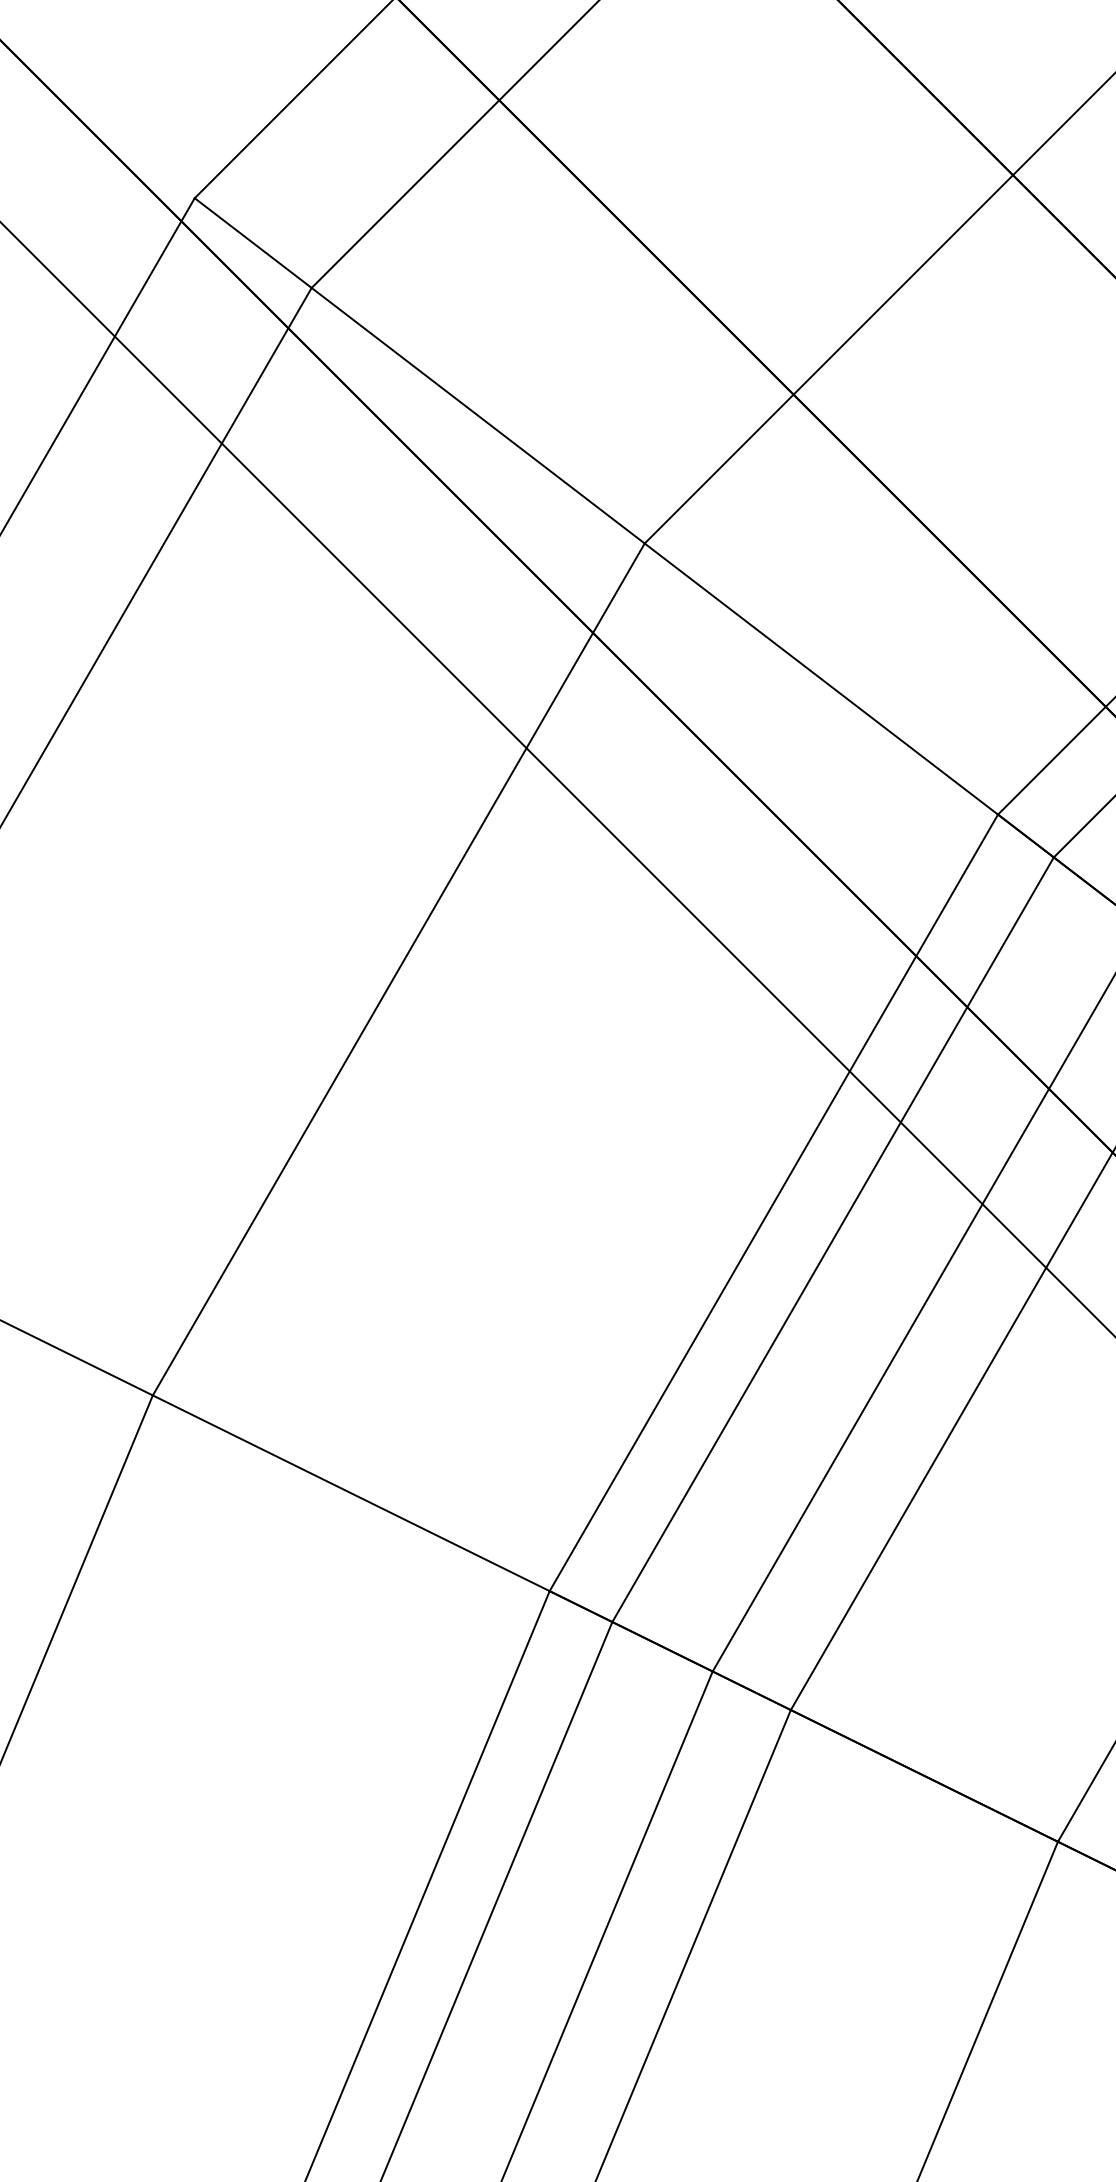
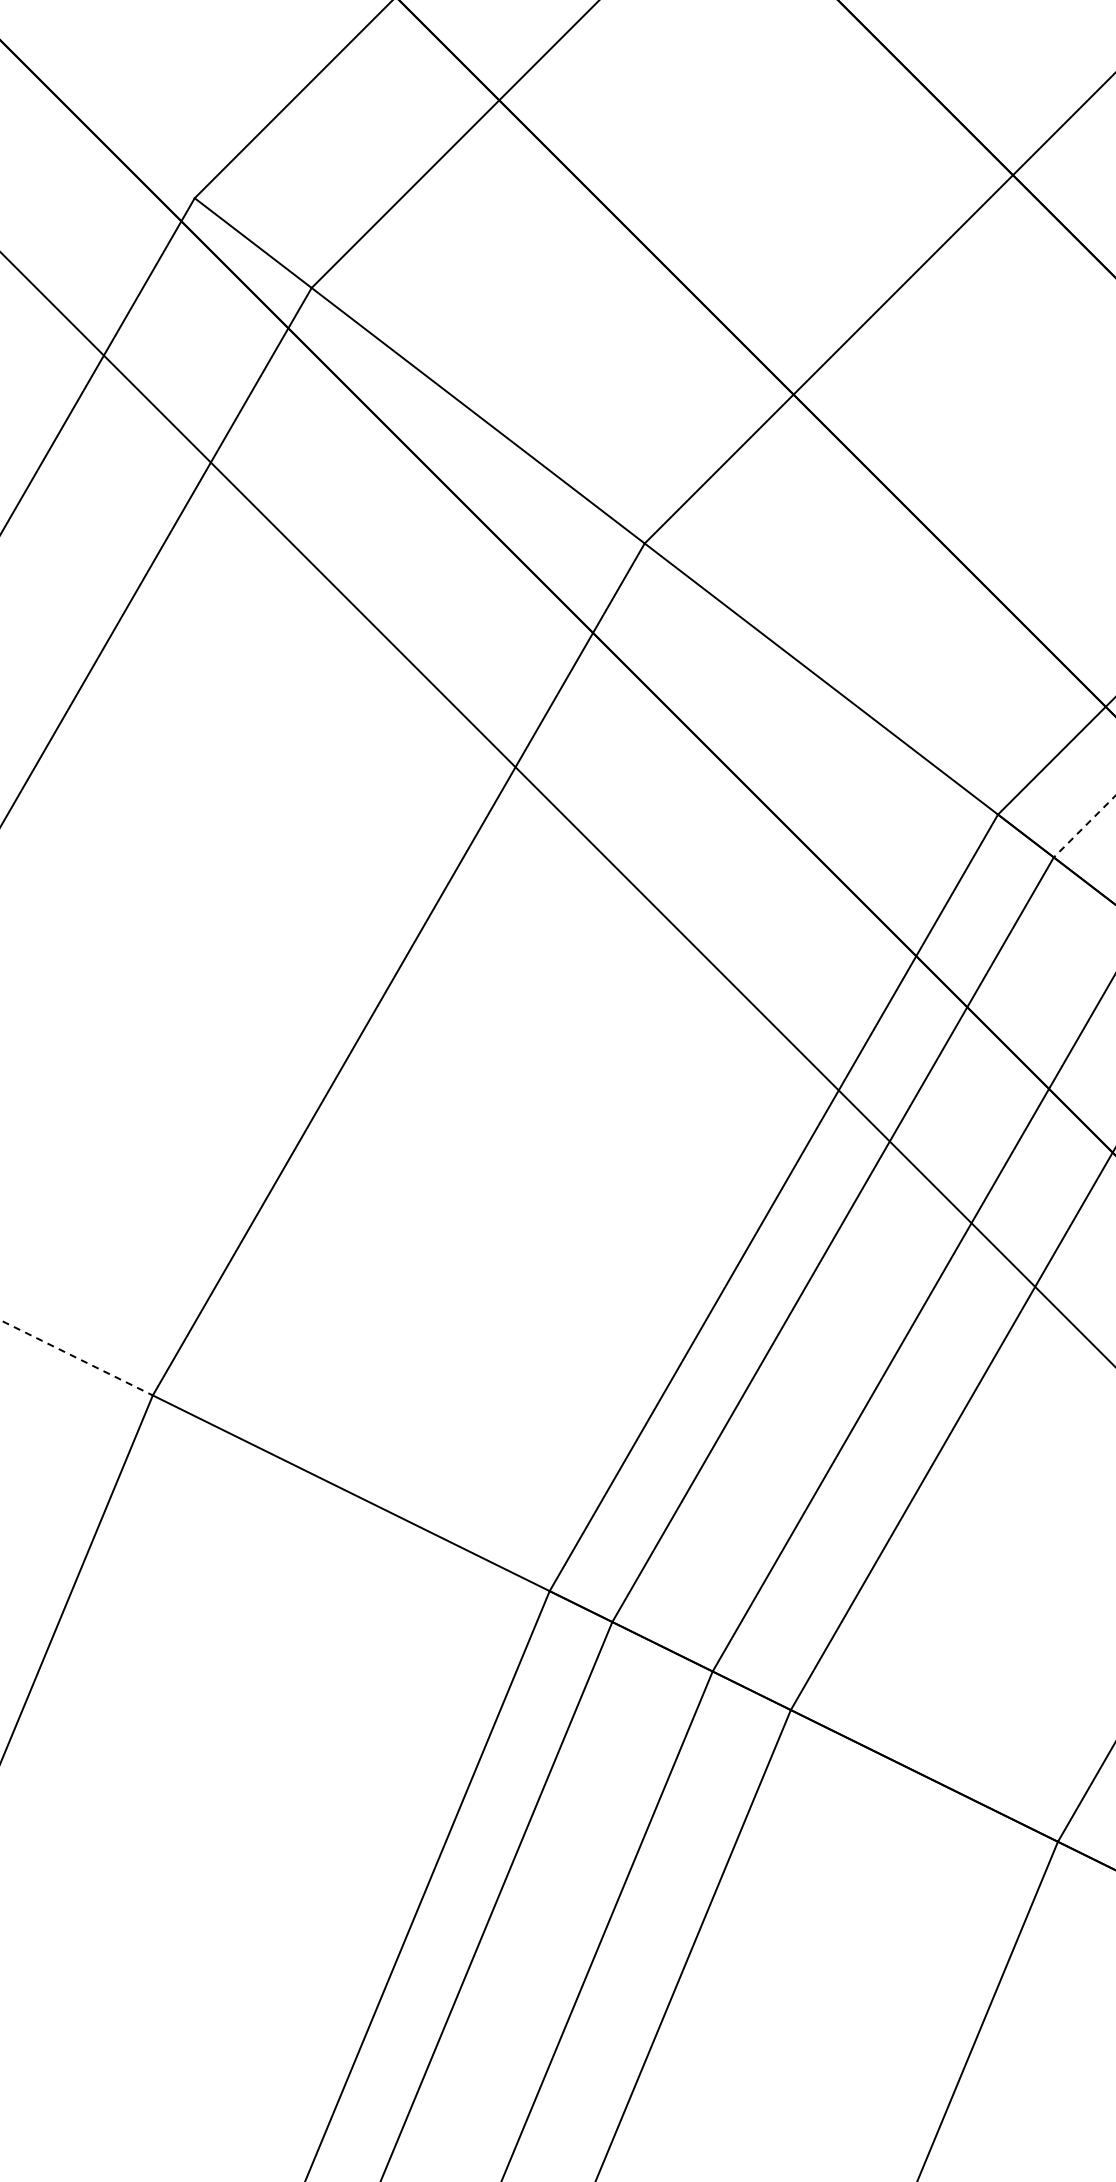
line at (557, 778) position: (557, 778) -> (557, 809)
line at (1084, 827): solid -> dashed
line at (76, 1357): solid -> dashed
